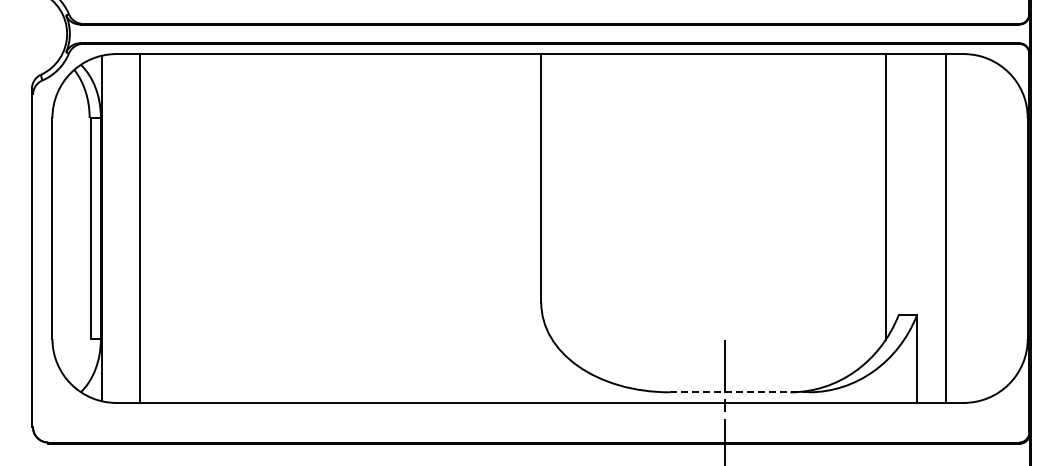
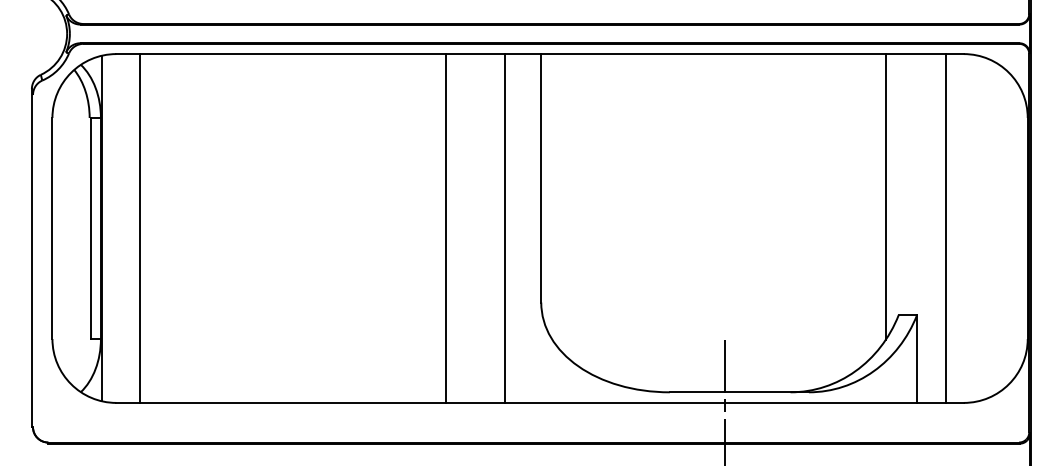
line at (446, 228): none -> present
line at (504, 228): none -> present
line at (739, 392): dashed -> solid
